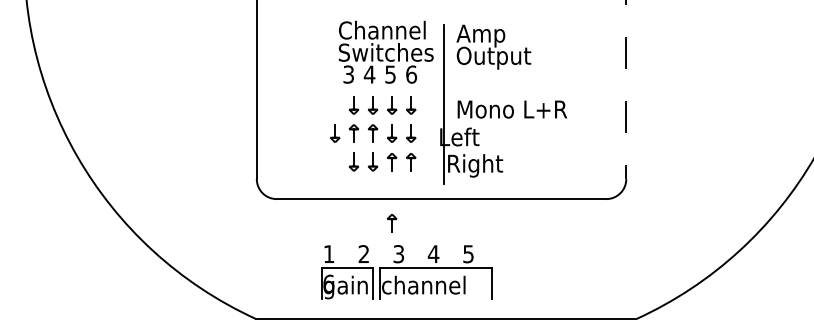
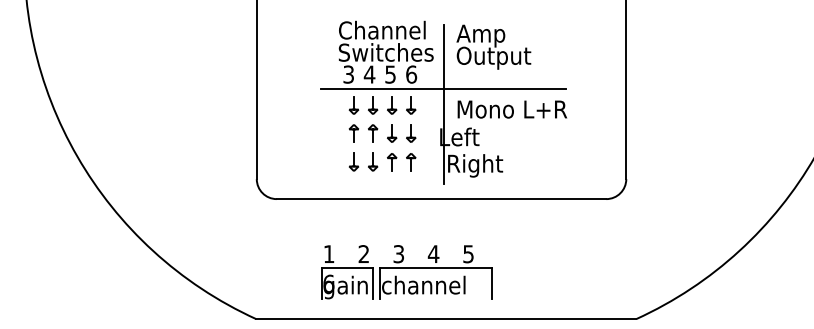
line at (443, 88): none -> present
line at (626, 90): dashed -> solid
part at (335, 133): present -> none
part at (392, 223): present -> none
